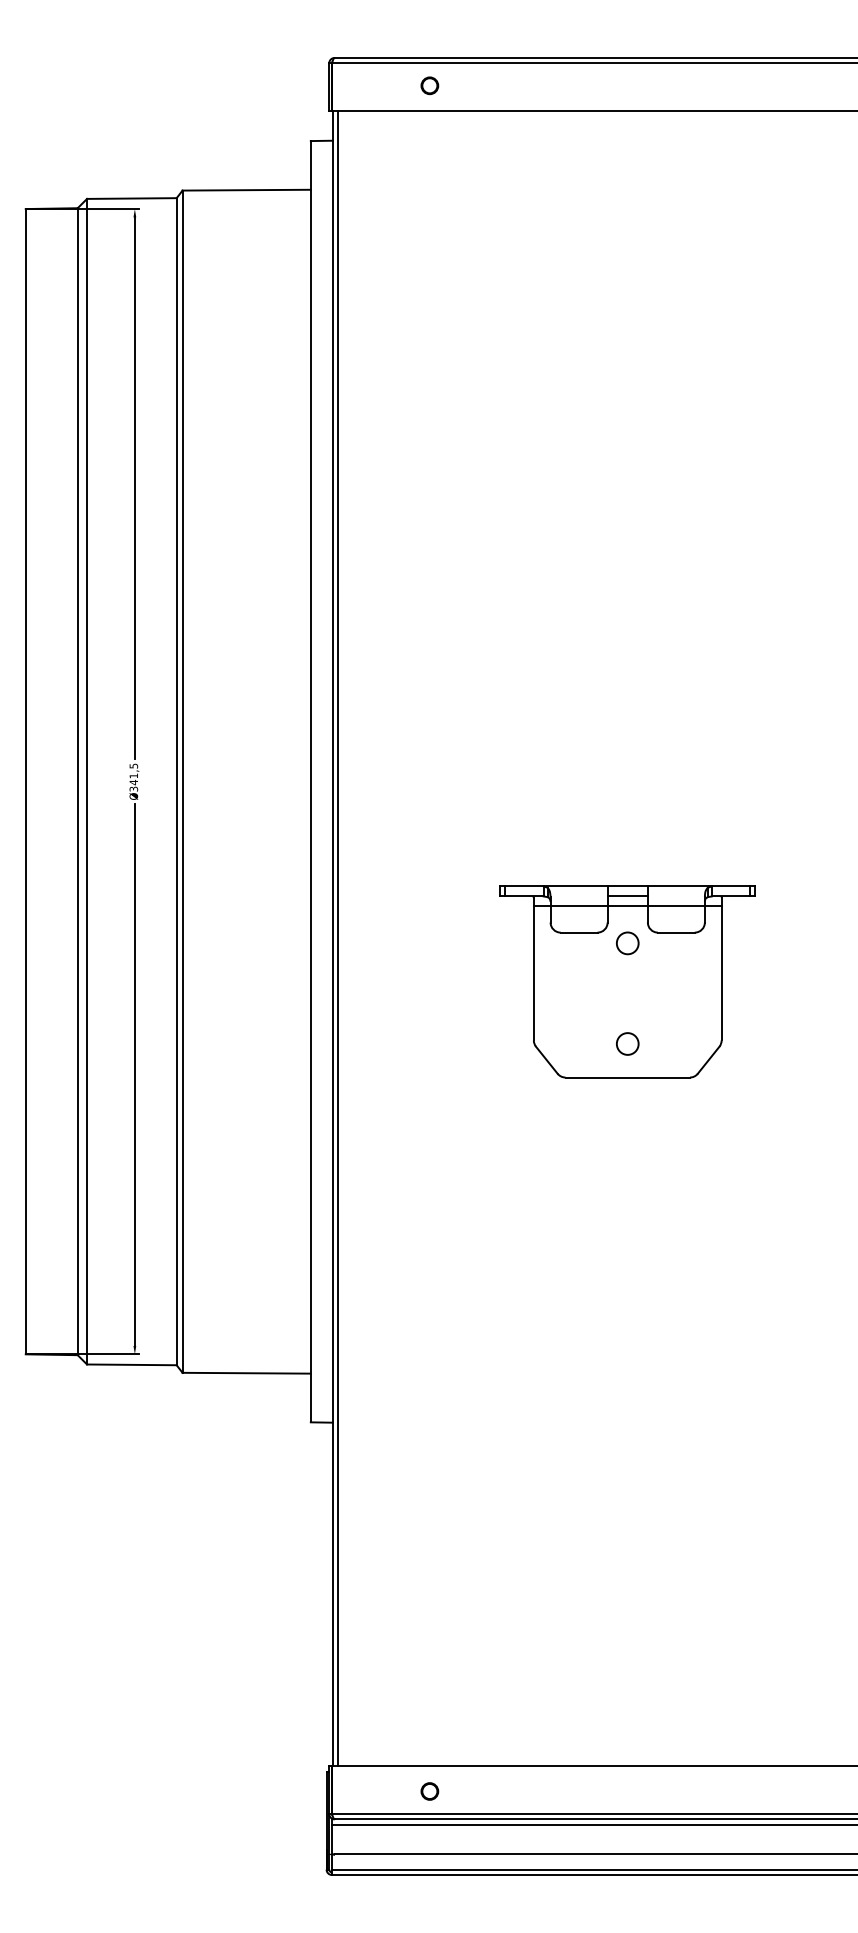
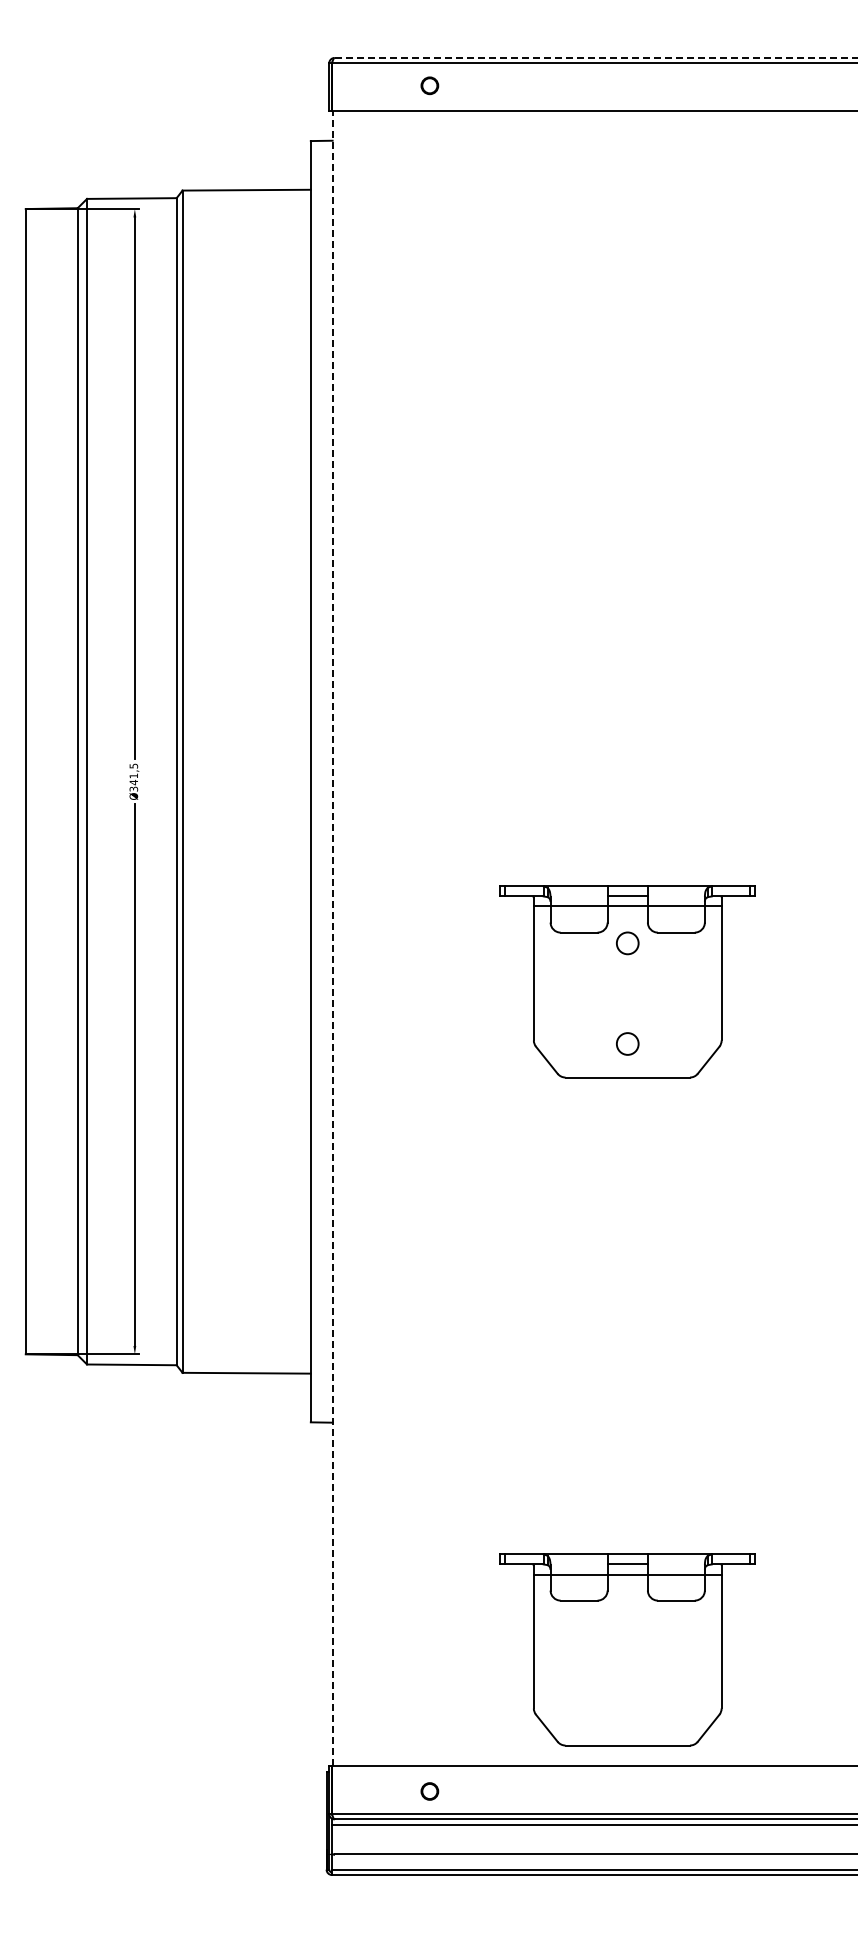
line at (596, 57): solid -> dashed
line at (332, 938): solid -> dashed
line at (337, 938): present -> none
part at (627, 1649): none -> present
